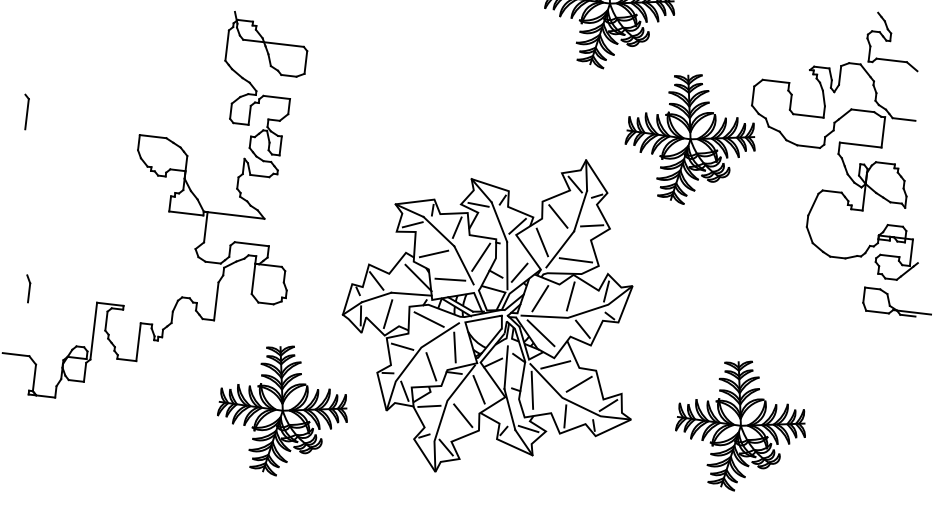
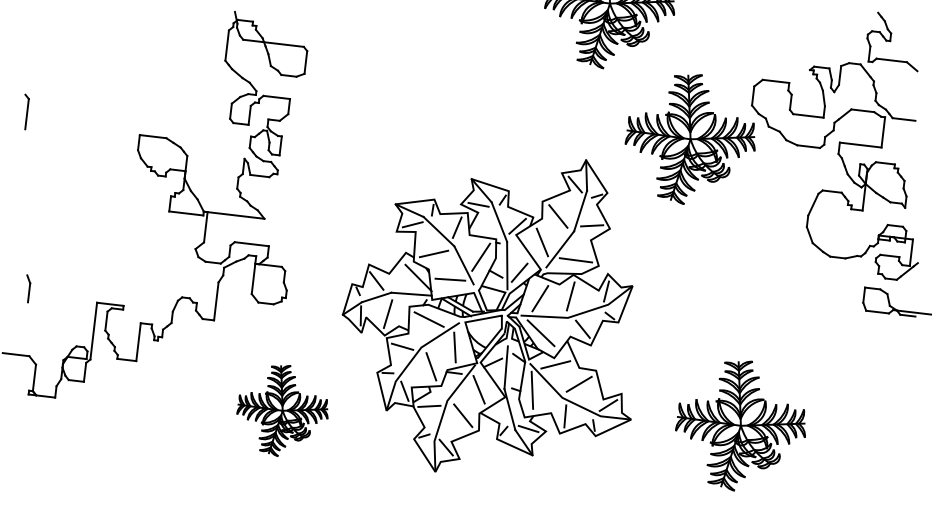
part at (282, 410) size: 131x132 px -> 93x92 px
